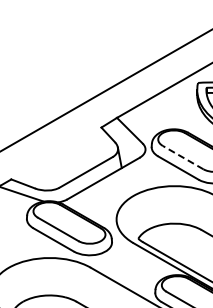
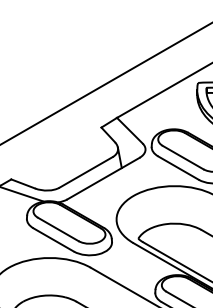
line at (105, 90) position: (105, 90) -> (105, 83)
line at (182, 157): dashed -> solid
